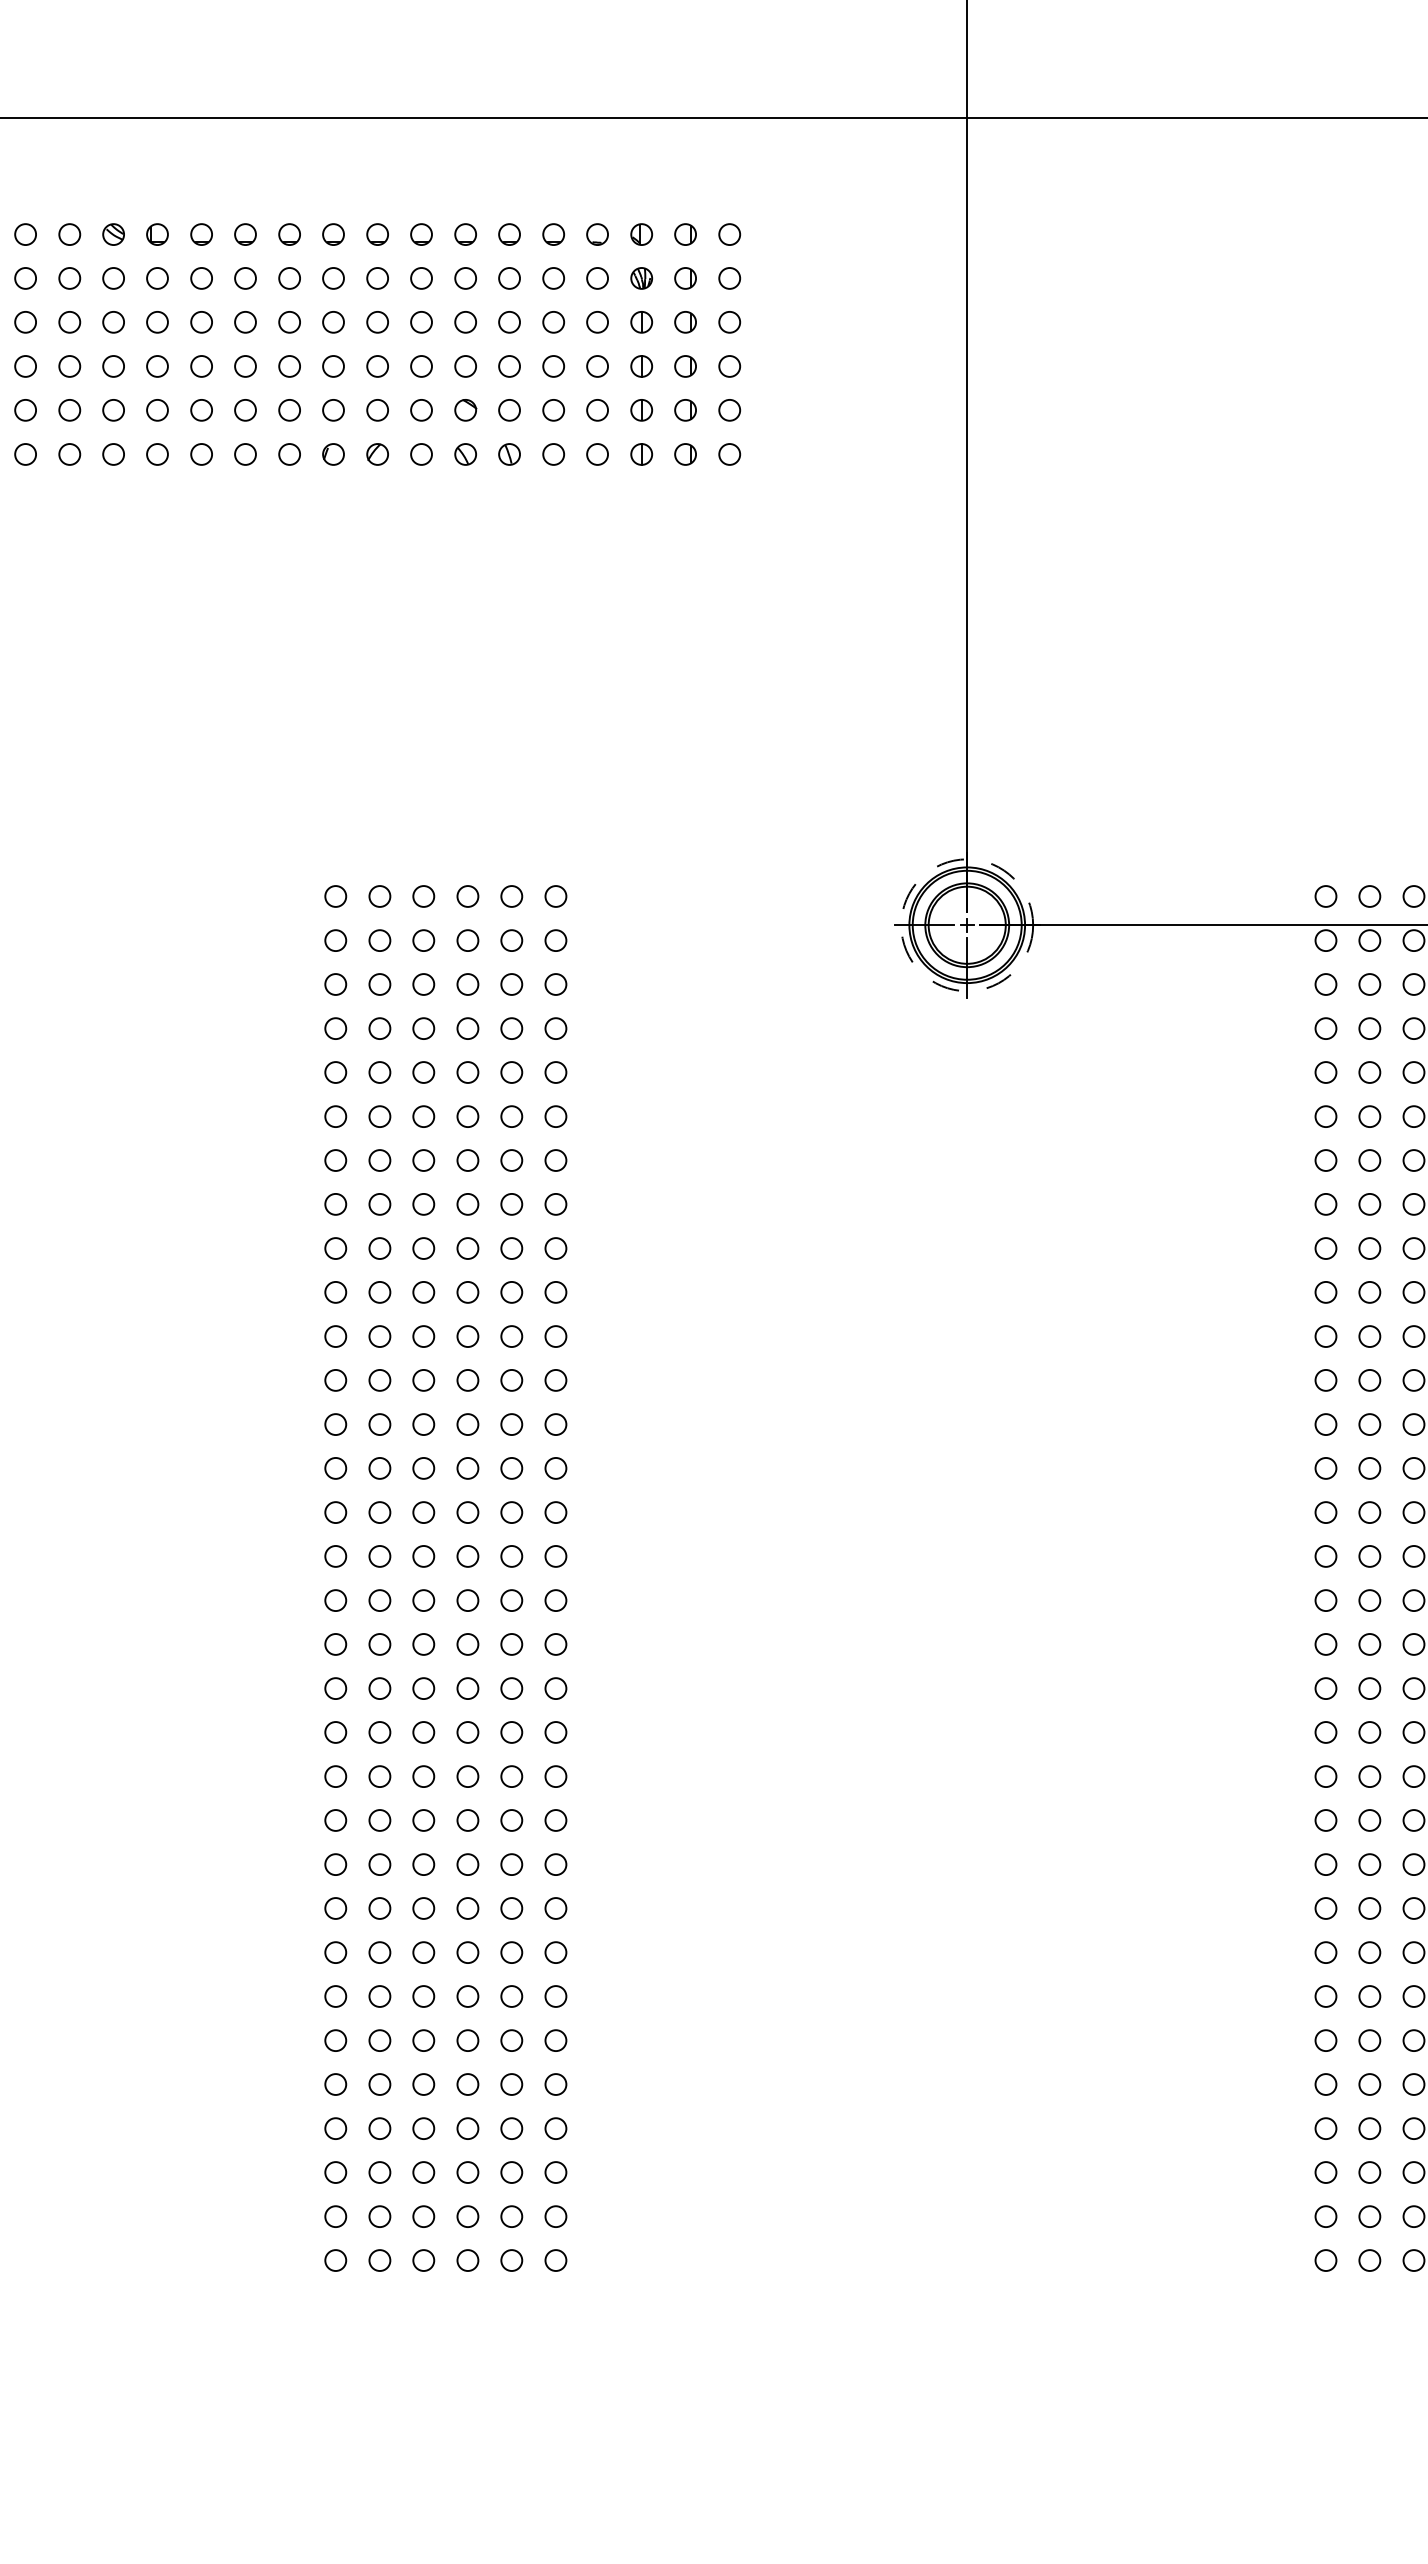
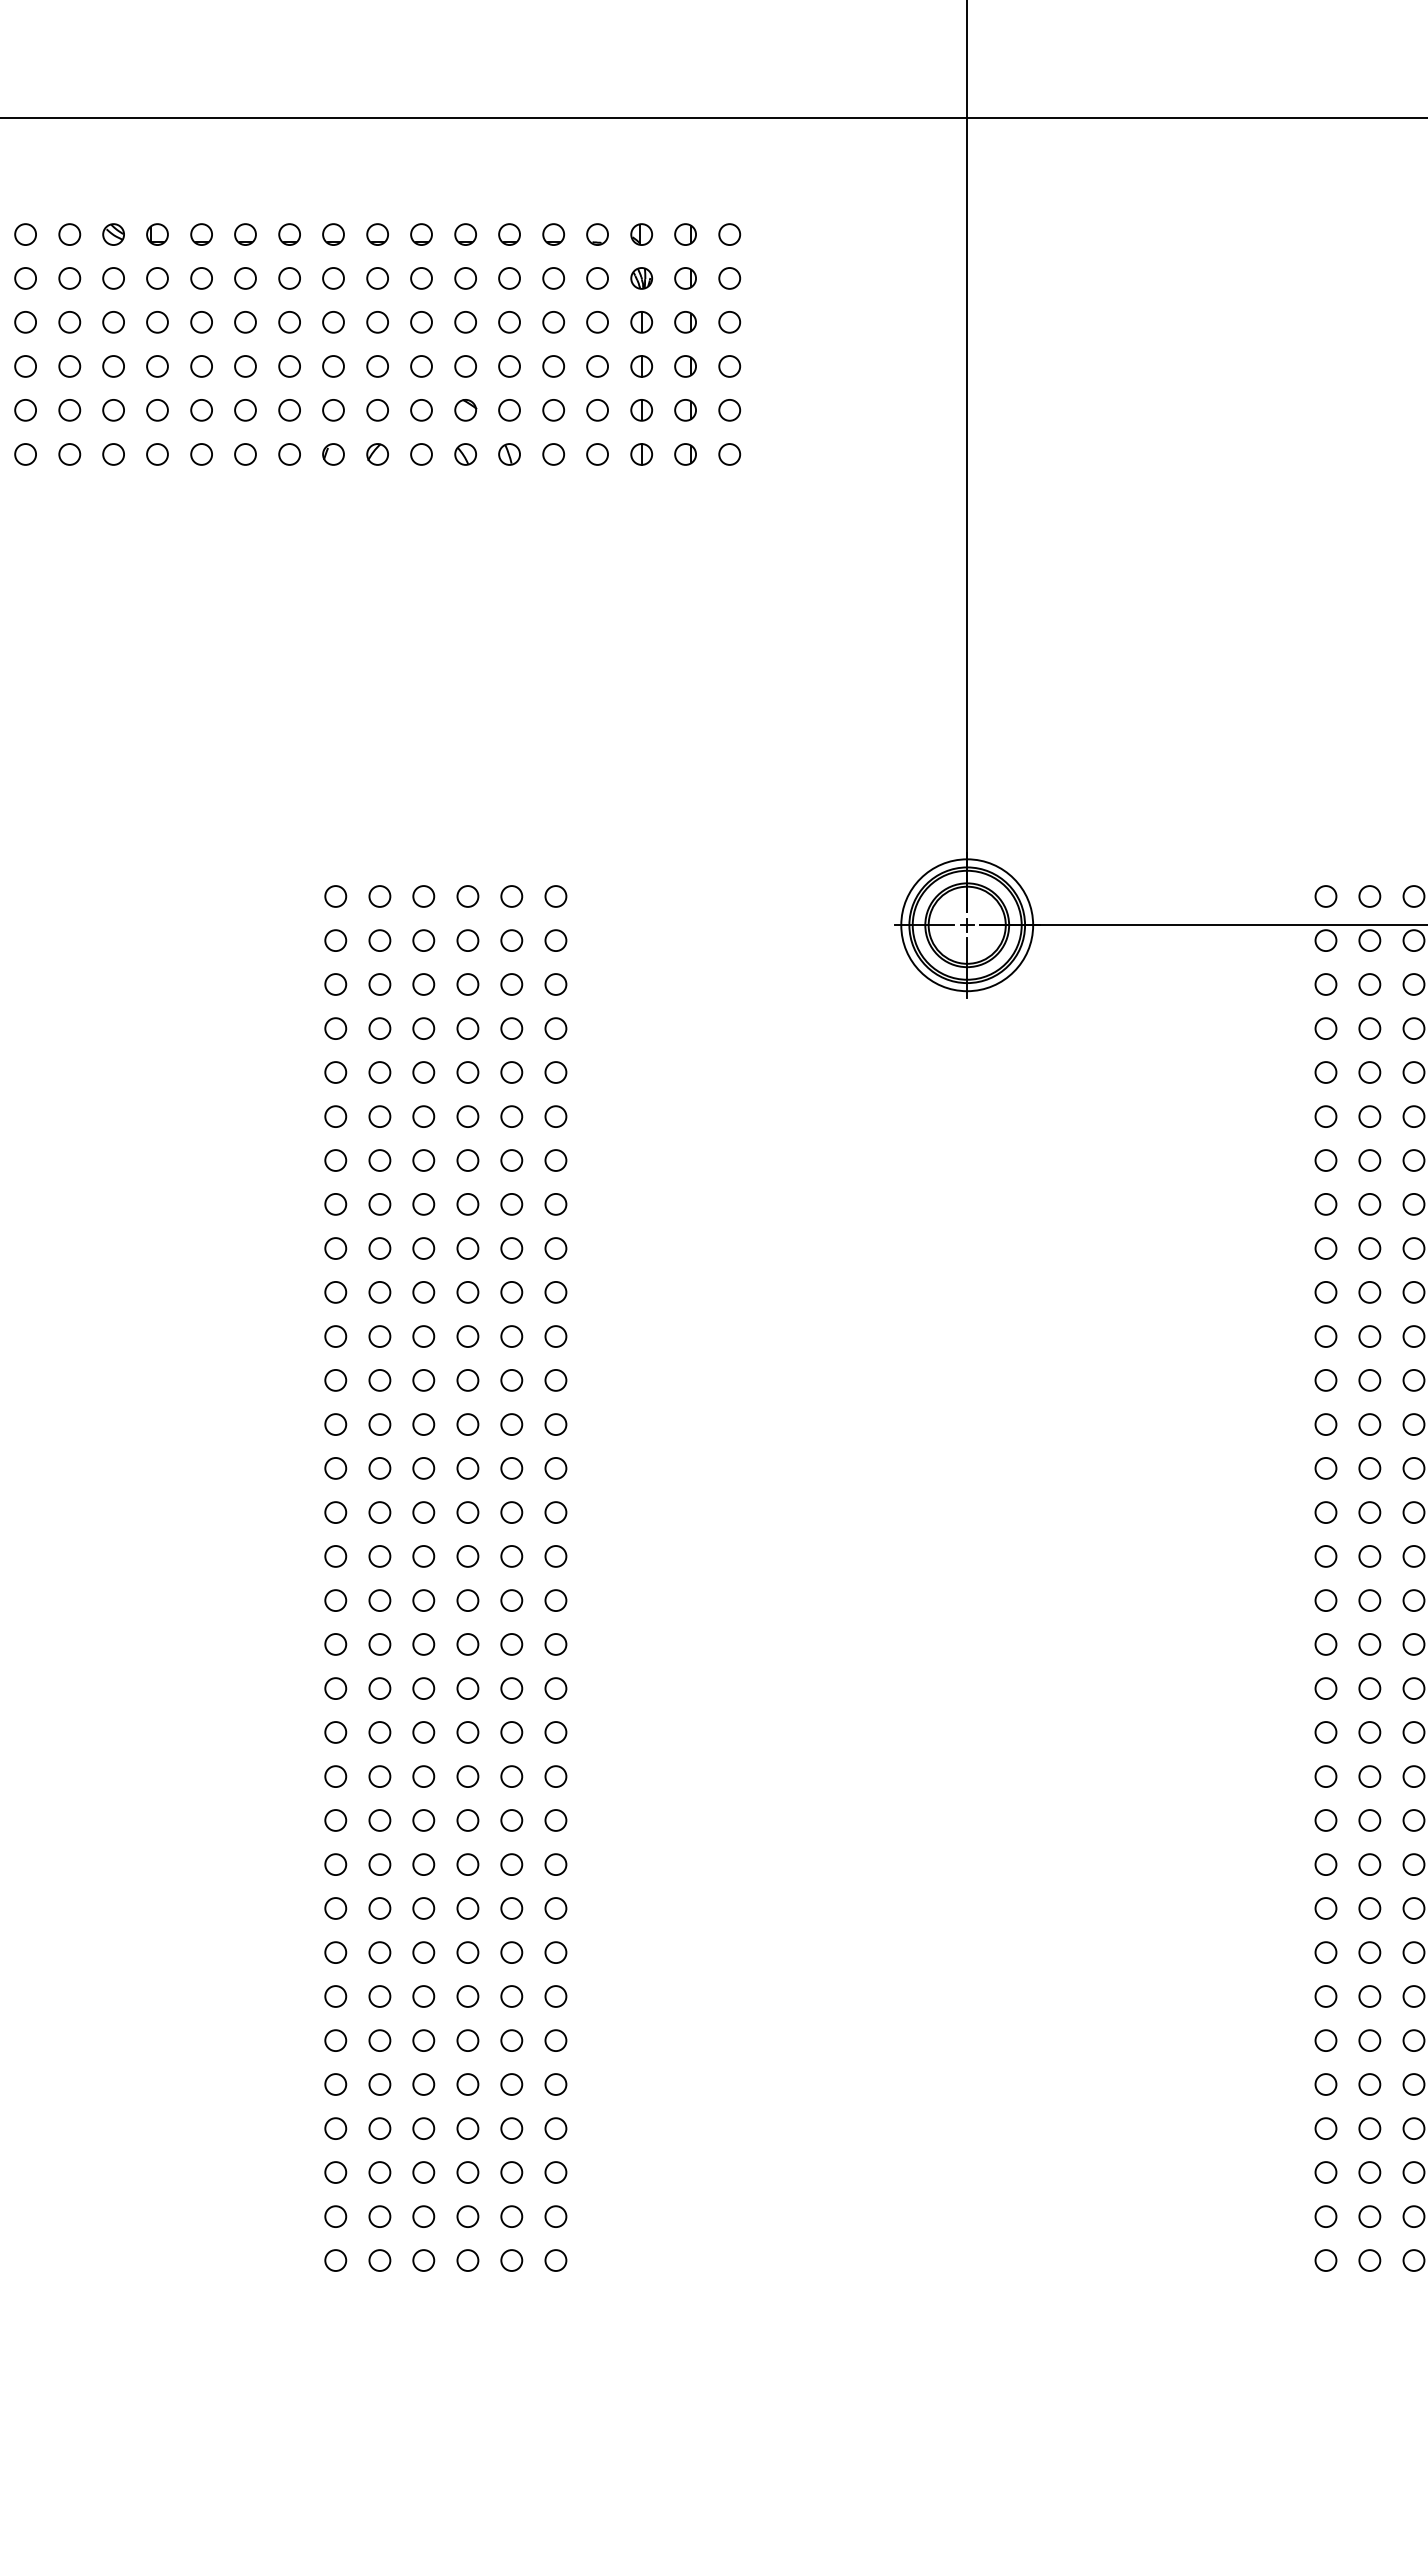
circle at (967, 925): dashed -> solid
